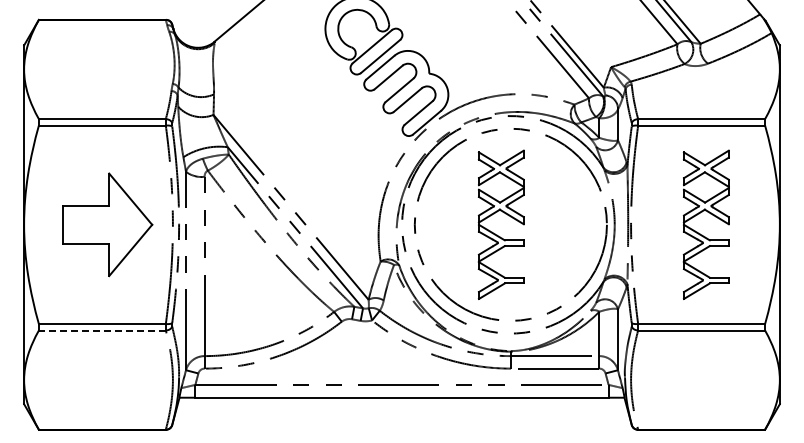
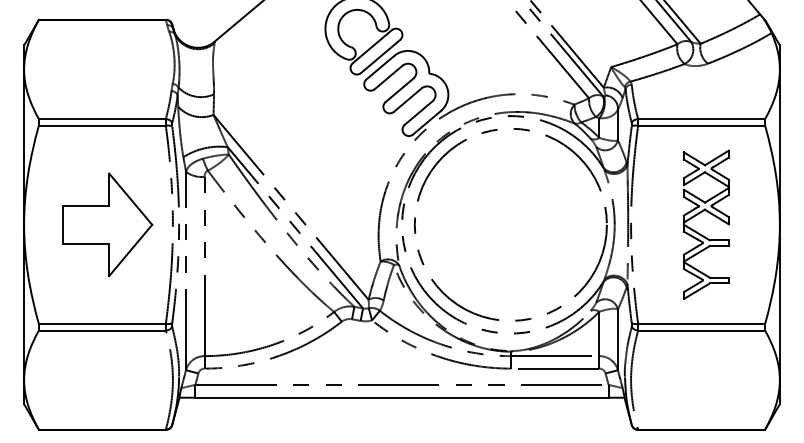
part at (495, 233): present -> none
line at (101, 330): dashed -> solid
